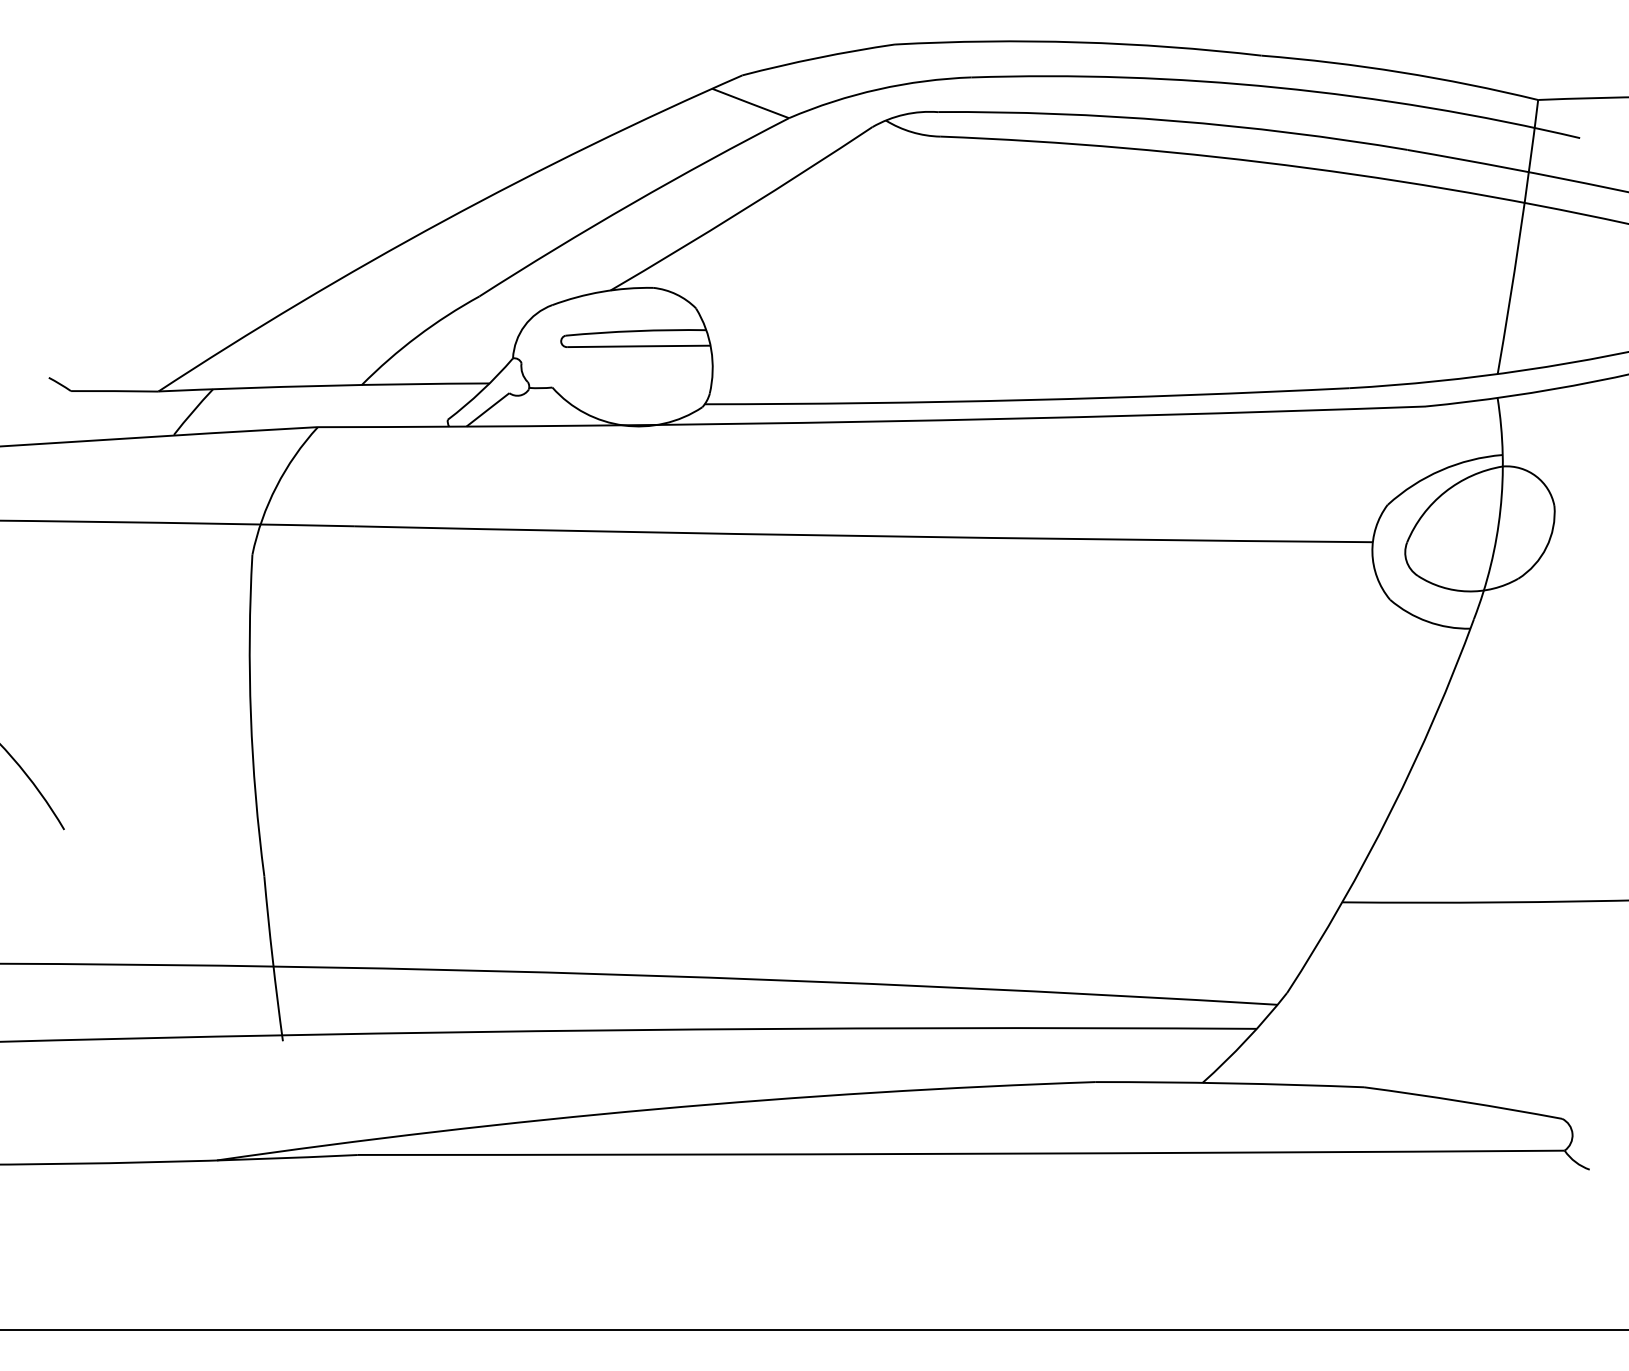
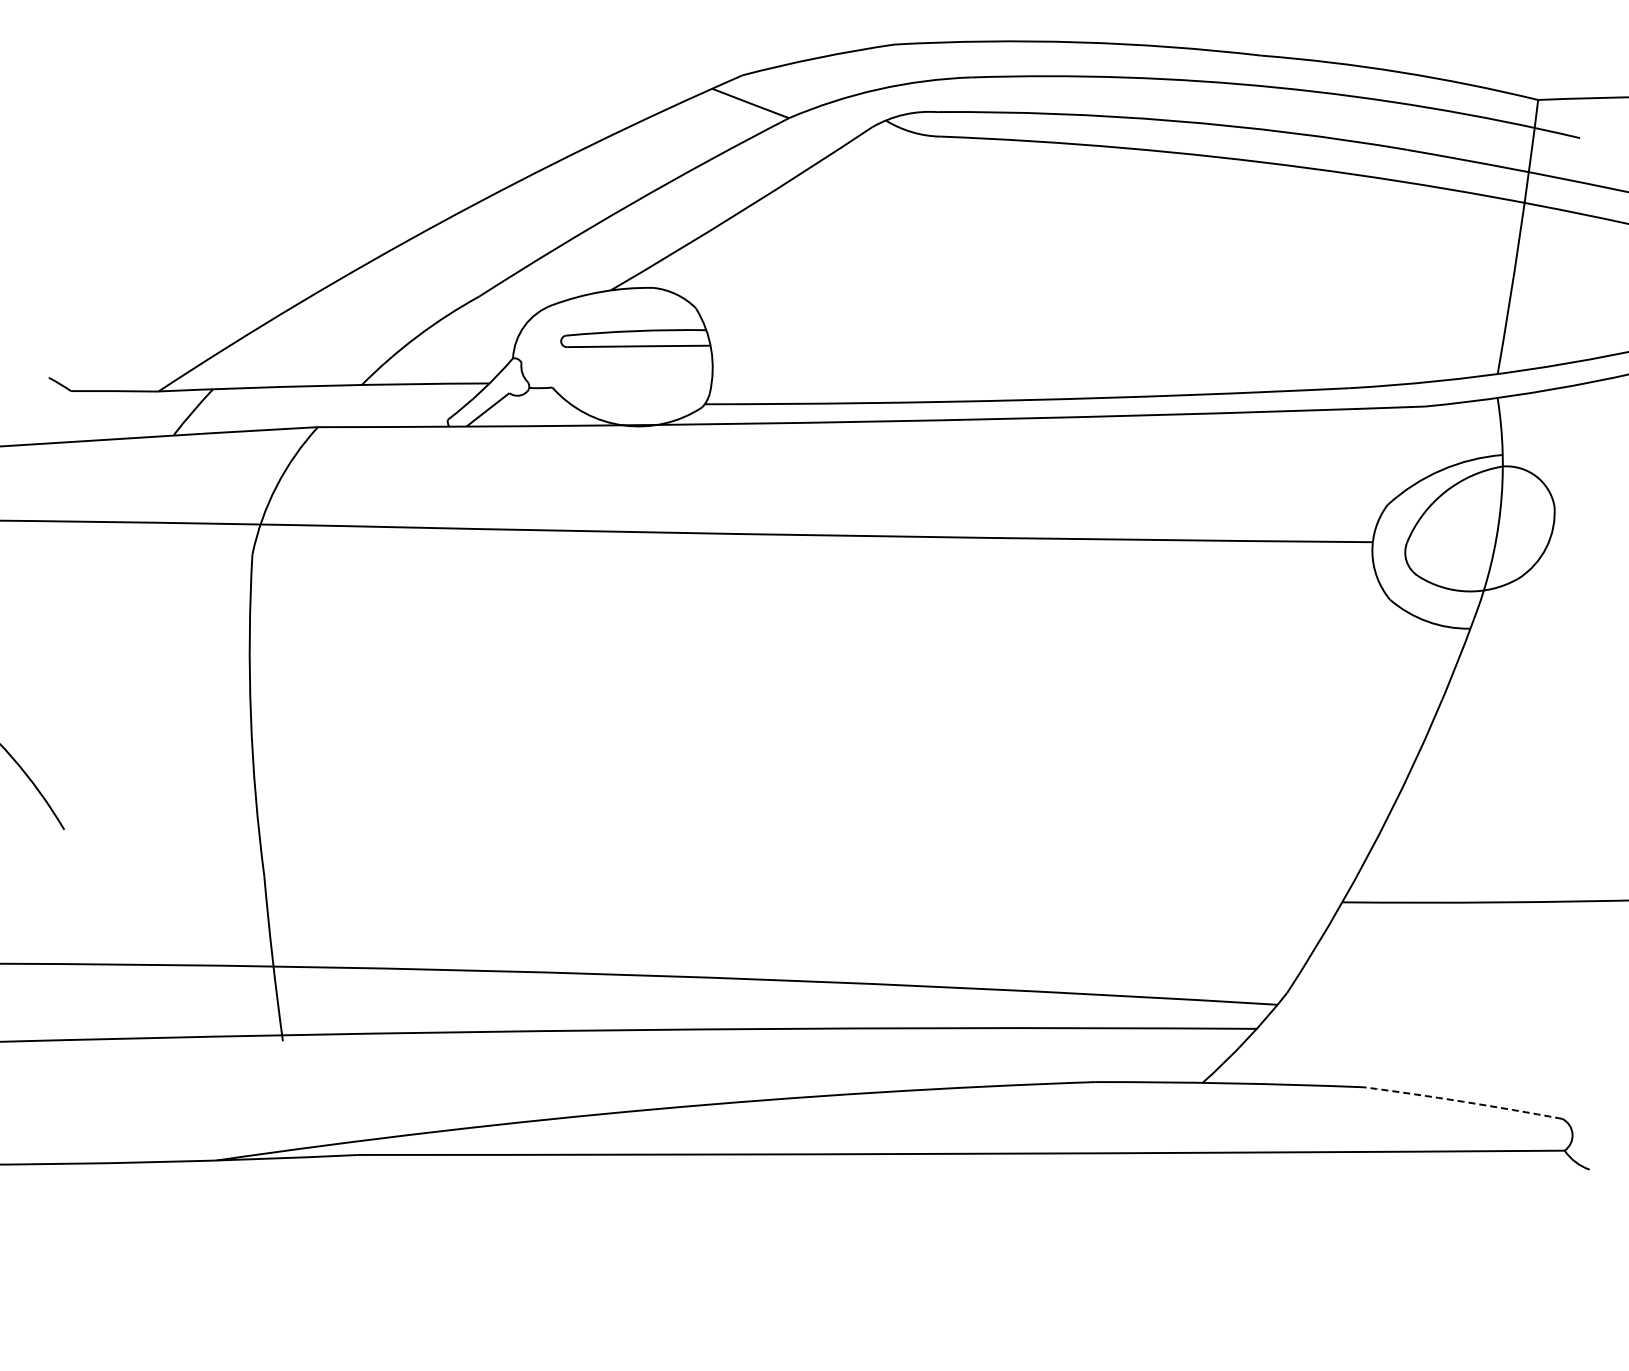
arc at (1463, 1101): solid -> dashed
line at (813, 1329): present -> none
